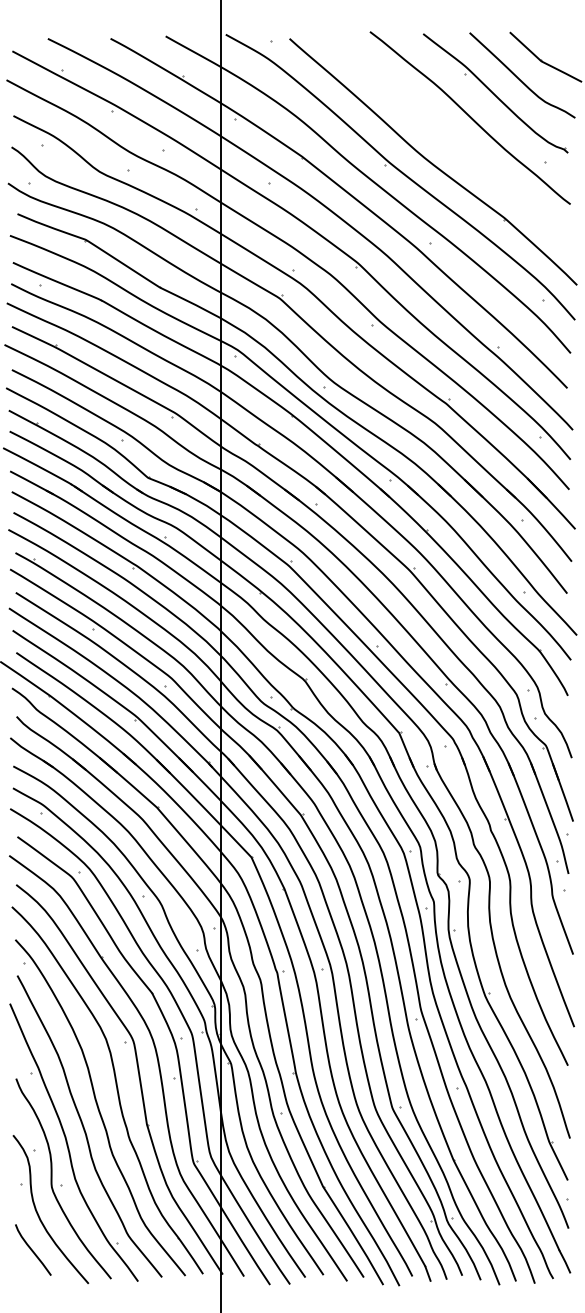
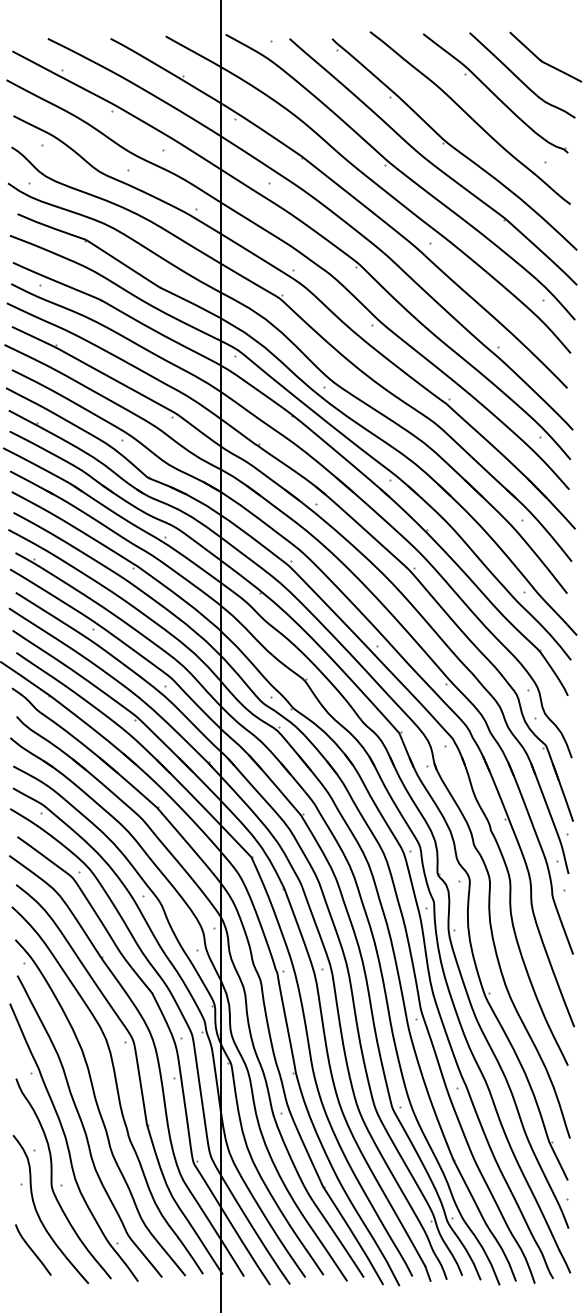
part at (454, 144): none -> present
